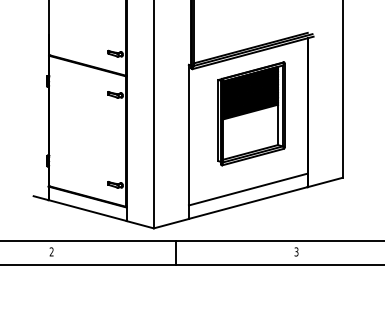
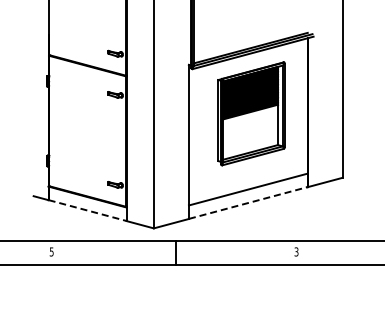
line at (248, 202): solid -> dashed
line at (88, 210): solid -> dashed
text at (51, 251): 2 -> 5
